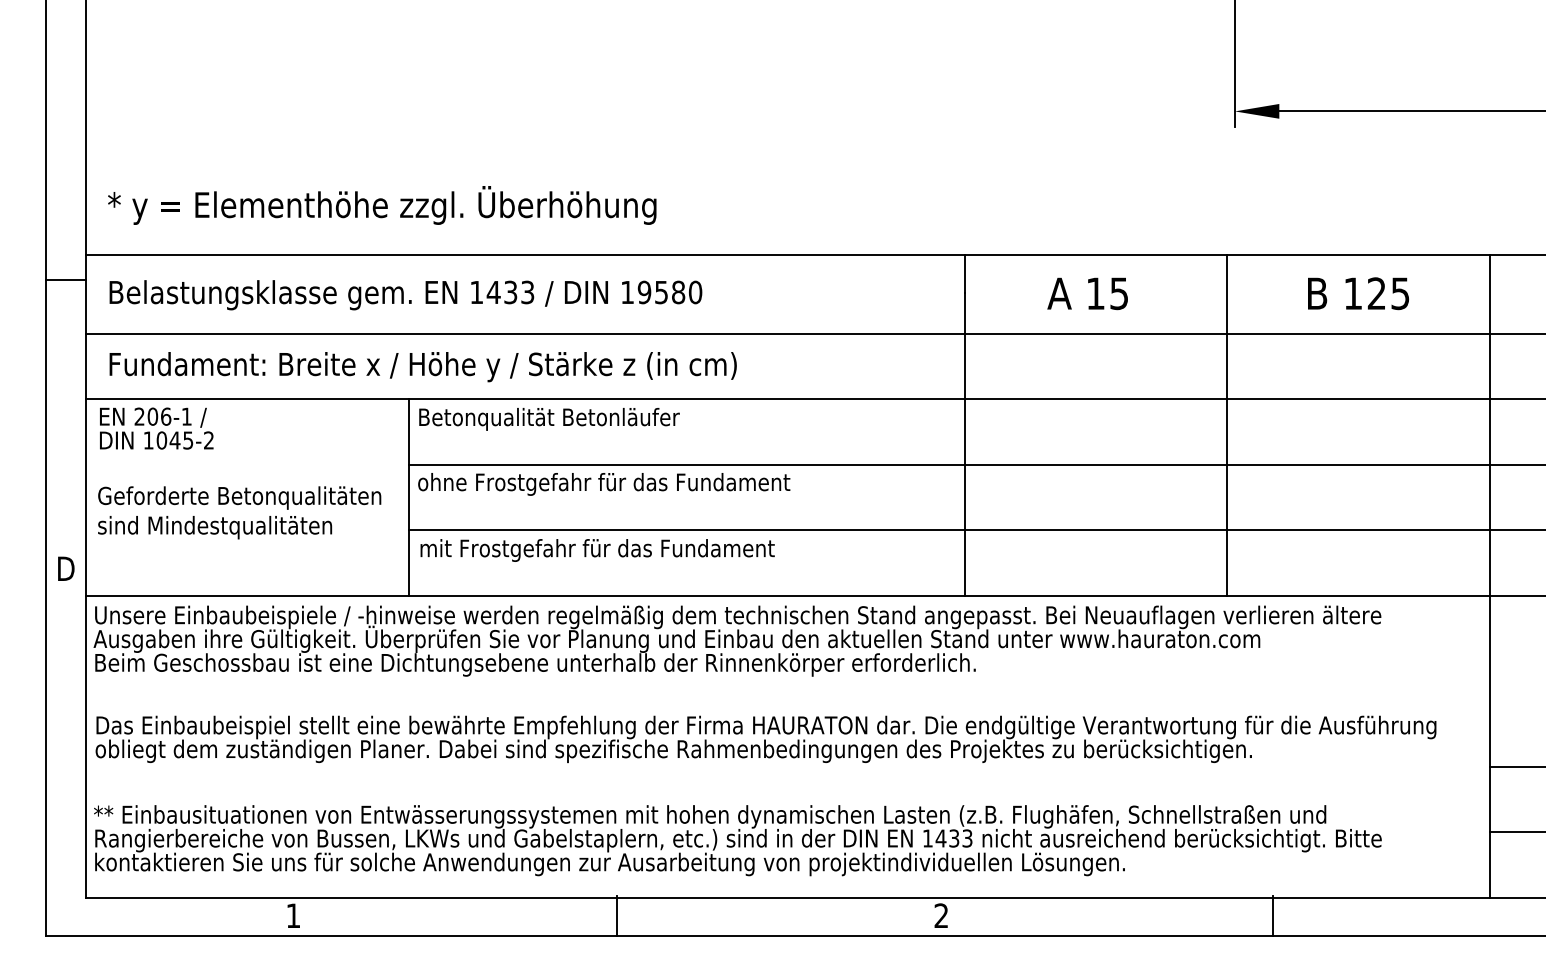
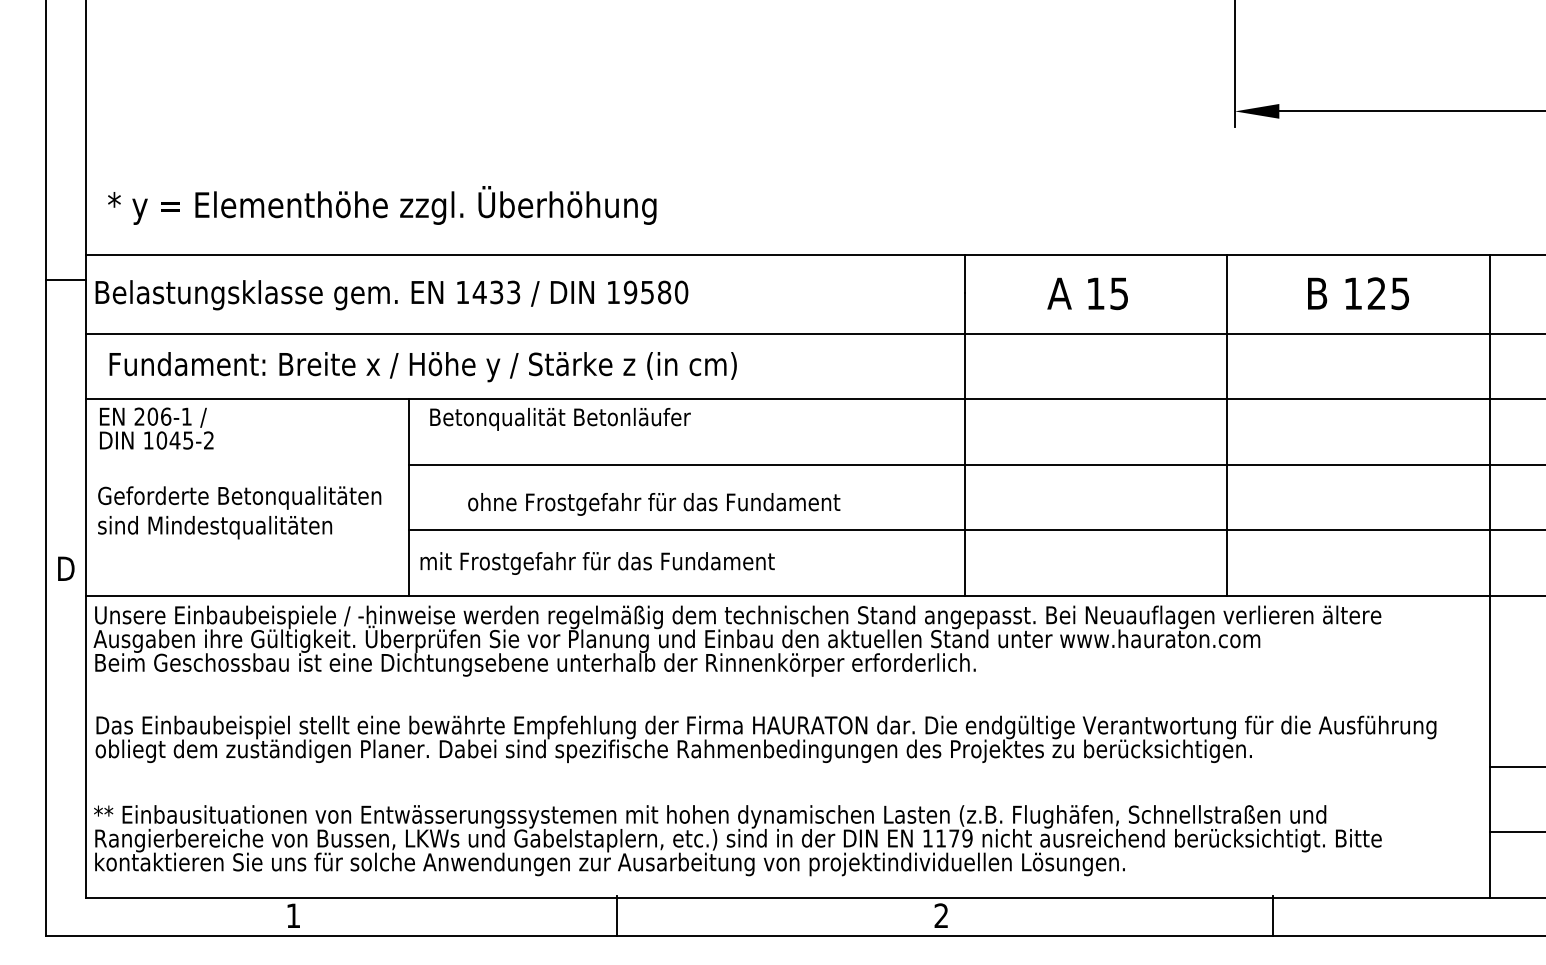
text at (405, 295) position: (405, 295) -> (391, 295)
text at (549, 419) position: (549, 419) -> (560, 419)
text at (604, 484) position: (604, 484) -> (654, 504)
text at (597, 550) position: (597, 550) -> (597, 563)
text at (953, 838): 1433 -> 1179
